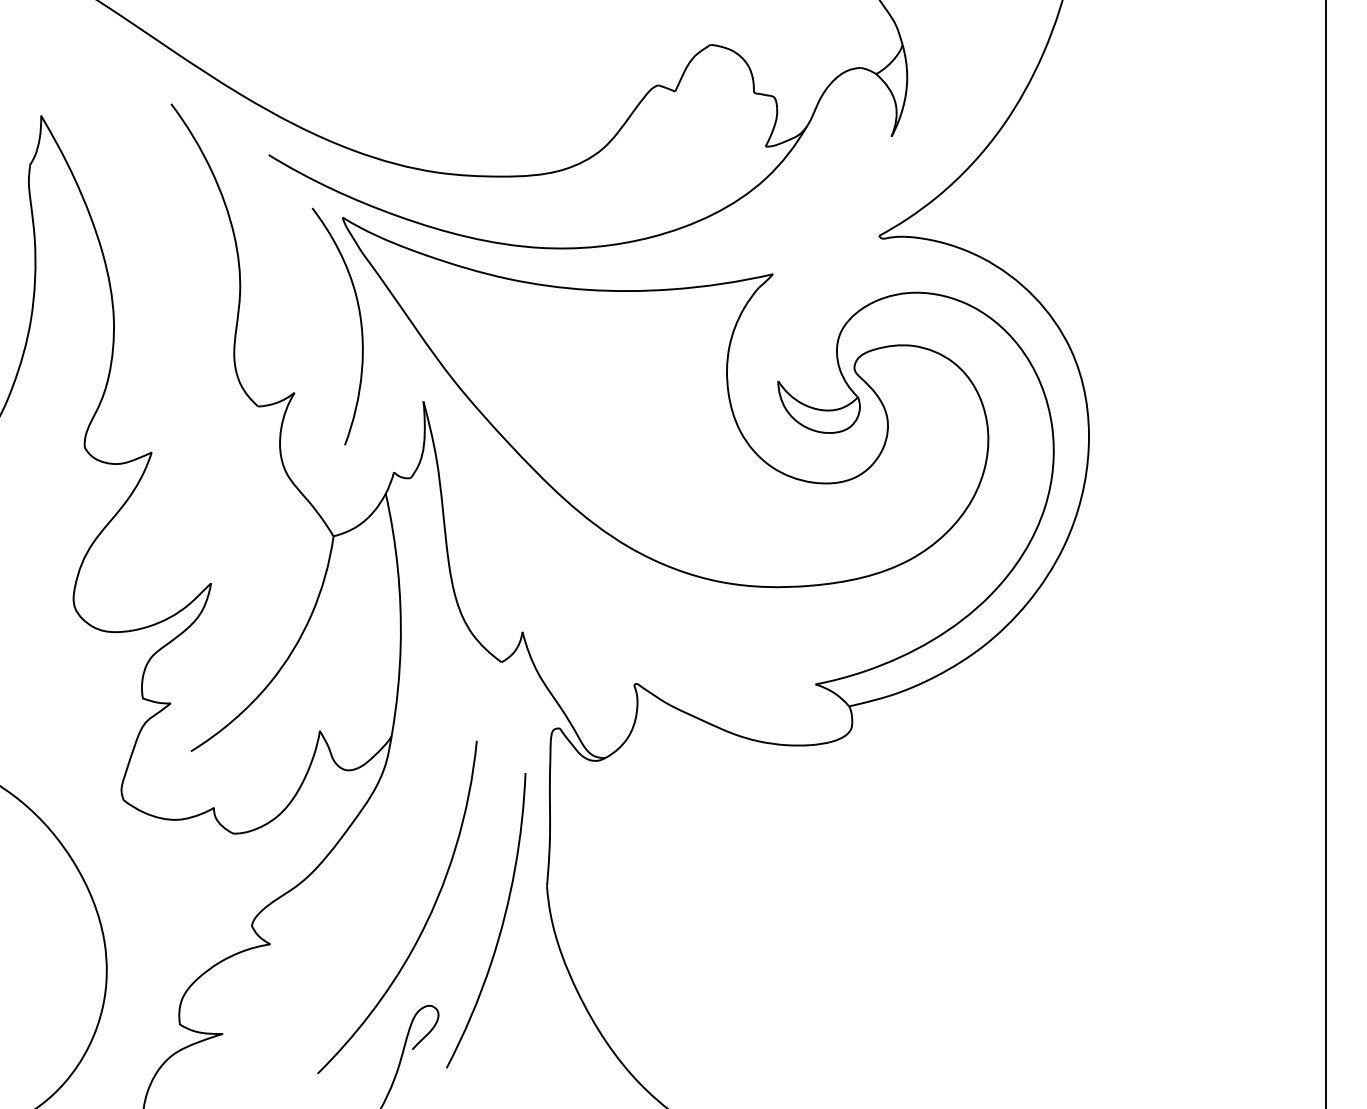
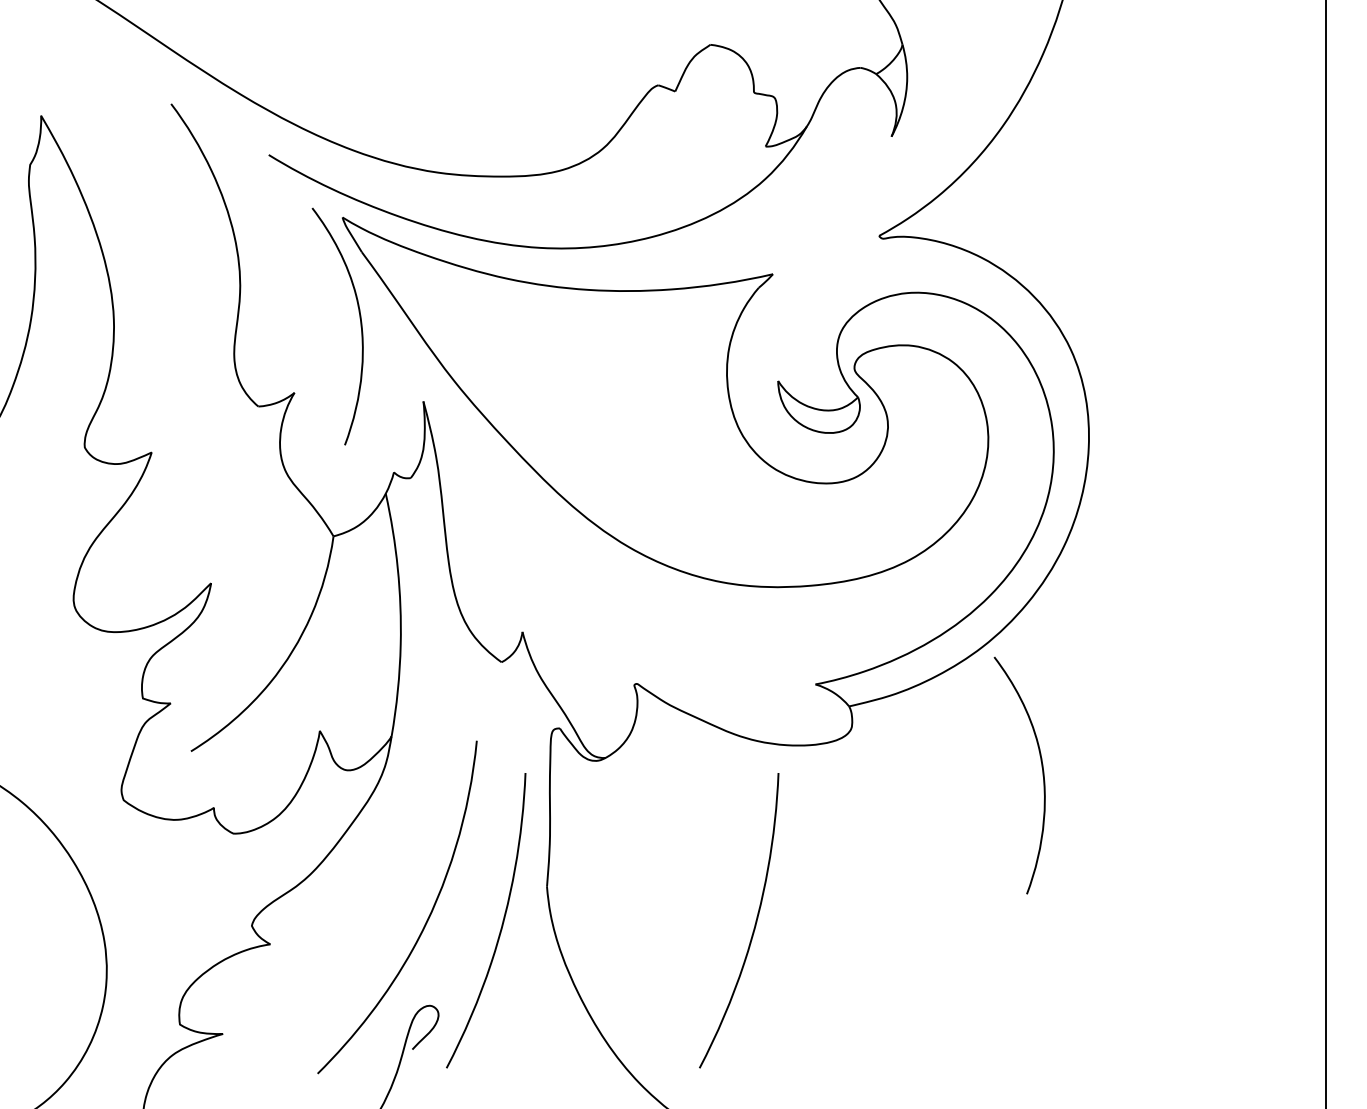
curve at (1042, 775): none -> present
curve at (754, 924): none -> present
